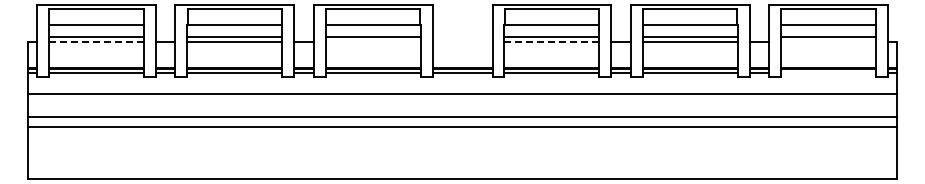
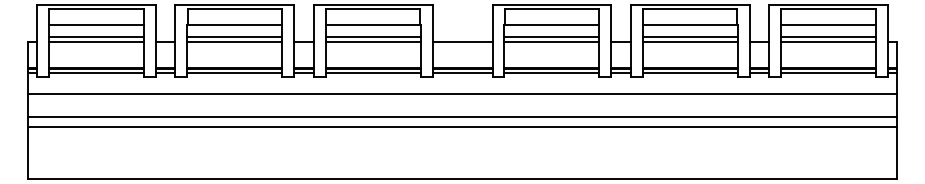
line at (96, 42): dashed -> solid
line at (372, 42): none -> present
line at (462, 42): none -> present
line at (551, 42): dashed -> solid
line at (827, 42): none -> present
line at (827, 72): none -> present
